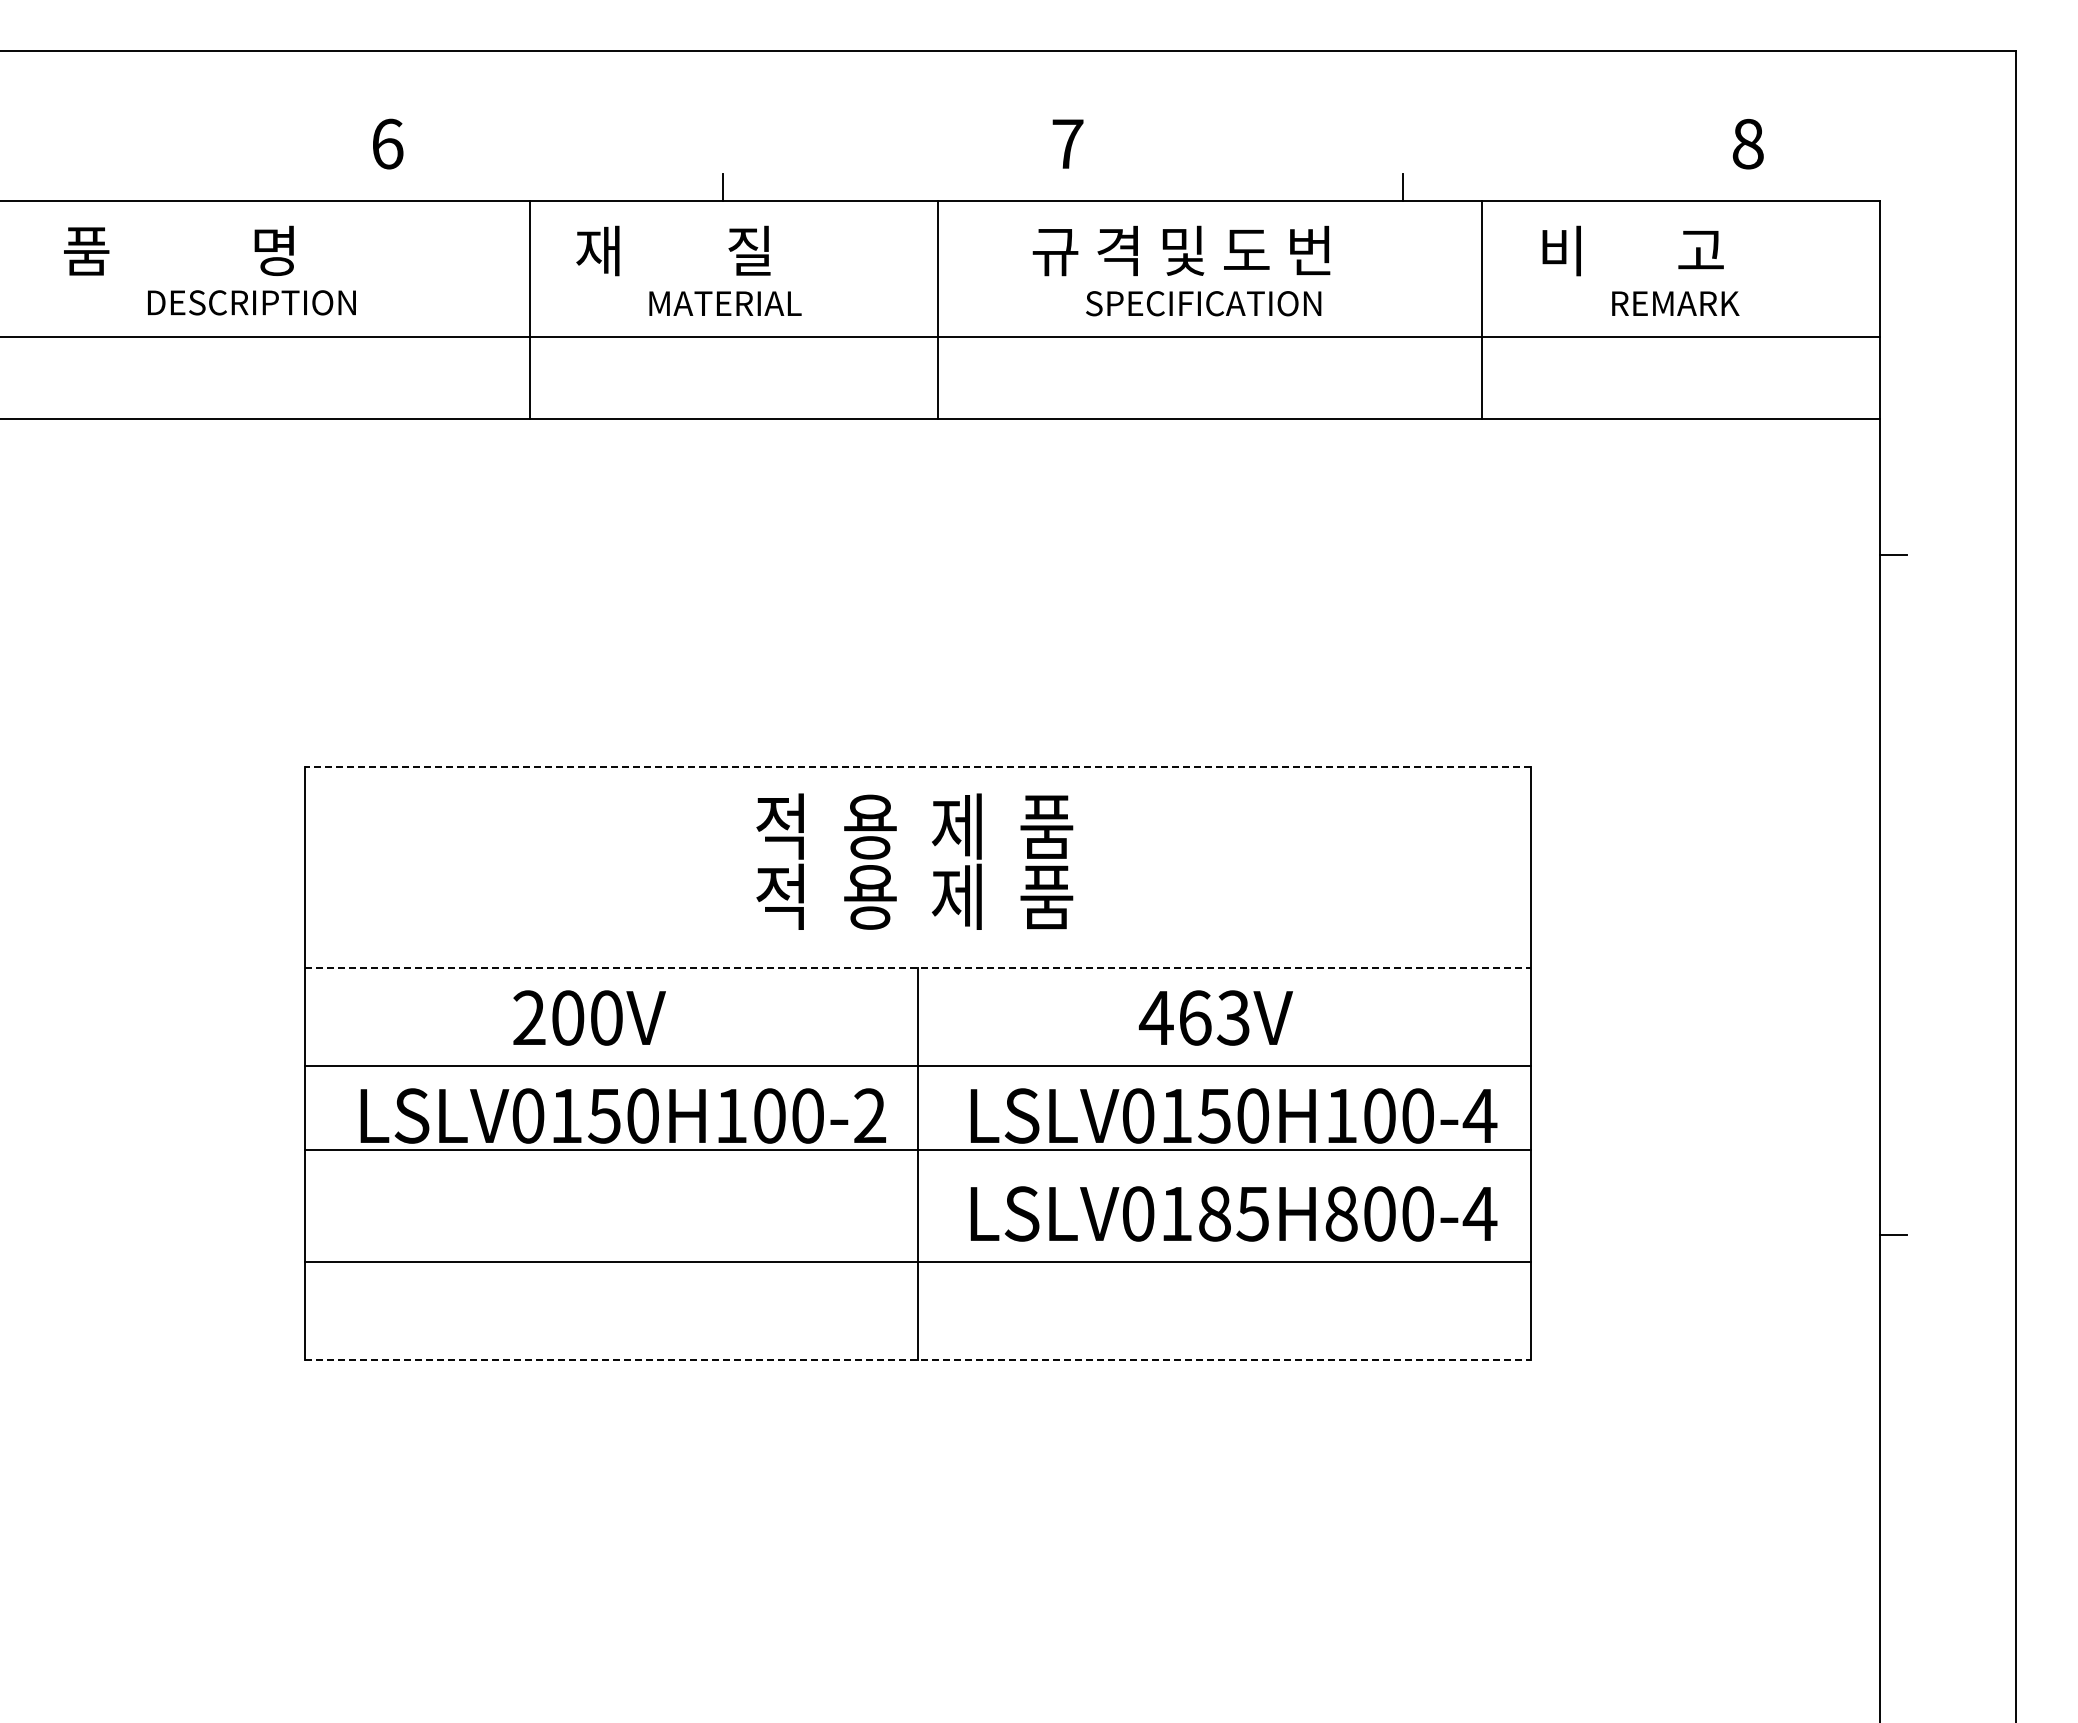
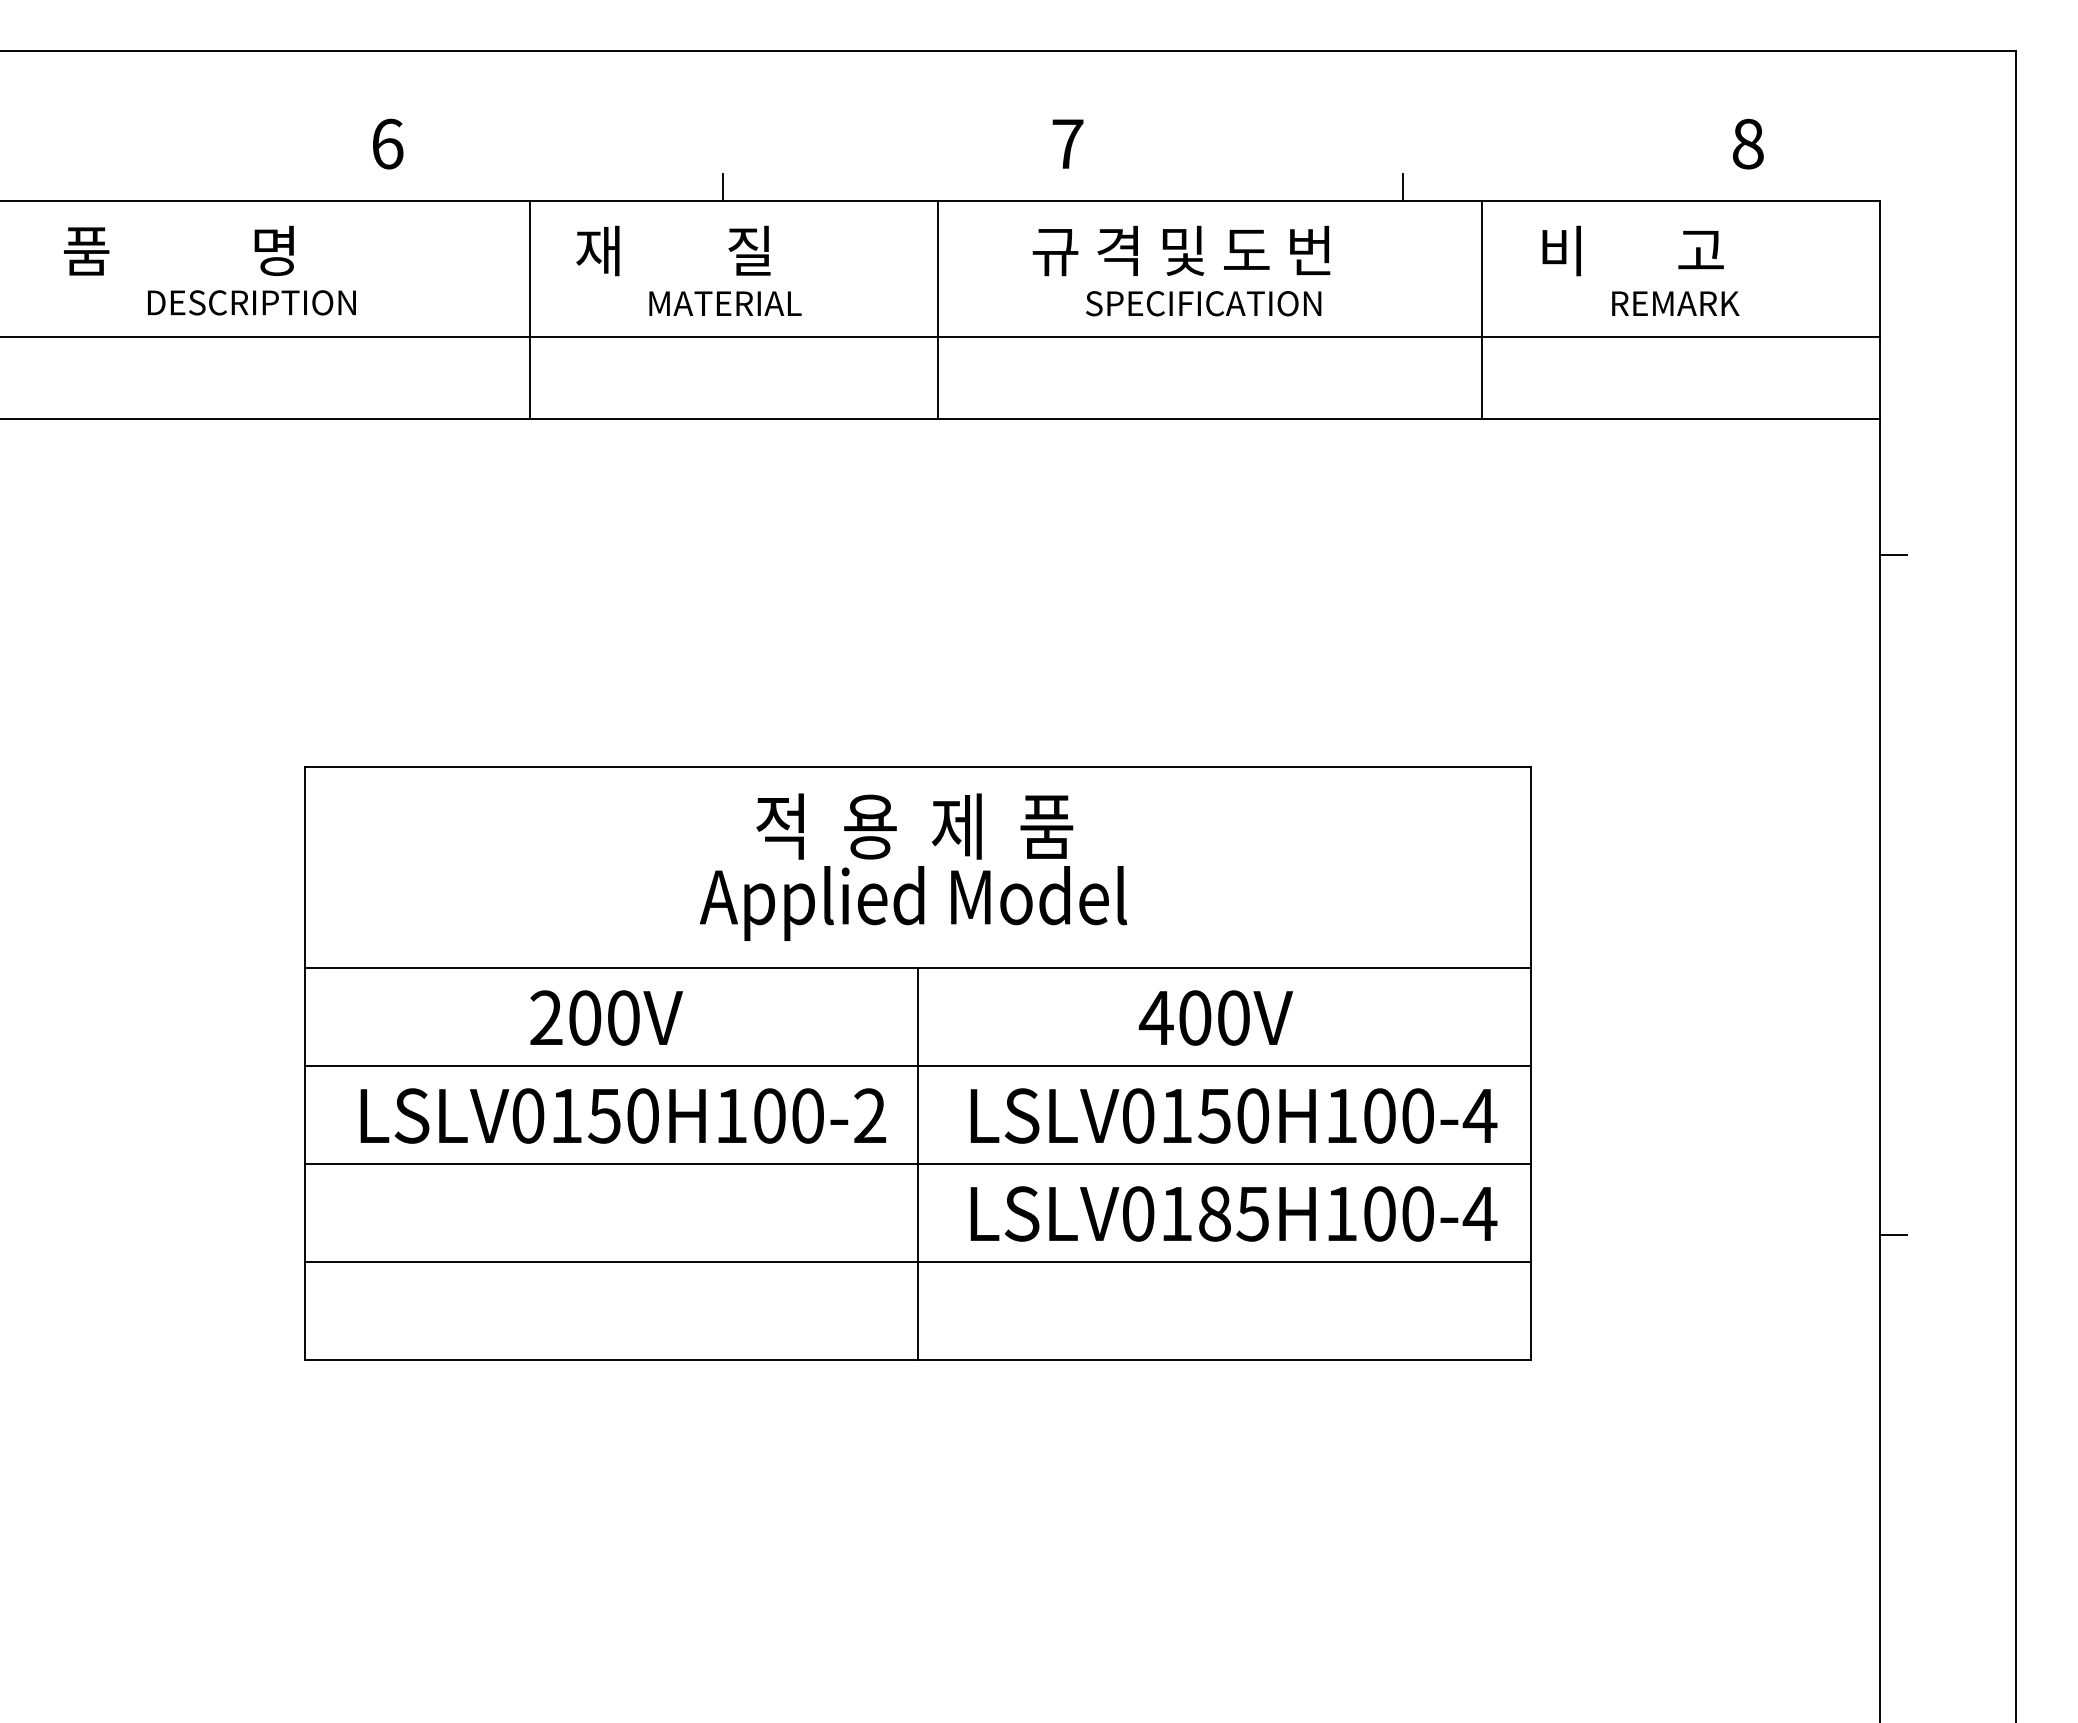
line at (917, 767): dashed -> solid
text at (913, 901): 적  용  제  품 -> Applied Model
line at (917, 967): dashed -> solid
text at (589, 1017) position: (589, 1017) -> (606, 1017)
text at (1214, 1017): 463V -> 400V
line at (917, 1149) position: (917, 1149) -> (917, 1163)
text at (1341, 1213): LSLV0185H800-4 -> LSLV0185H100-4
line at (917, 1359): dashed -> solid
